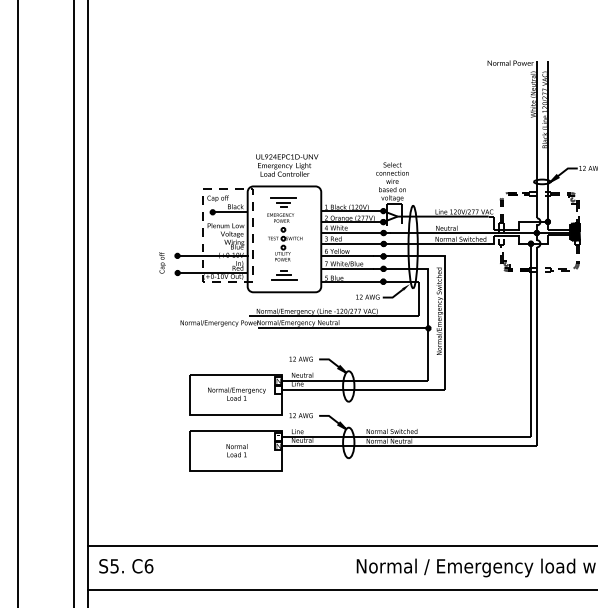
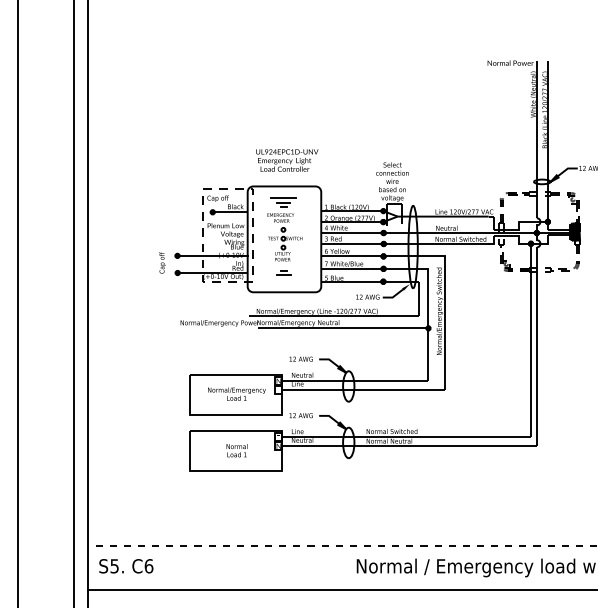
text at (287, 165) position: (287, 165) -> (287, 160)
line at (283, 280): present -> none
line at (342, 545): solid -> dashed
